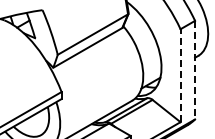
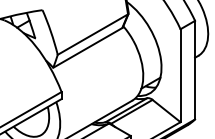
line at (195, 70): dashed -> solid
line at (180, 75): dashed -> solid
